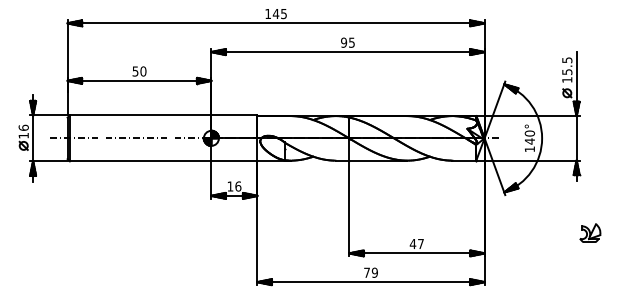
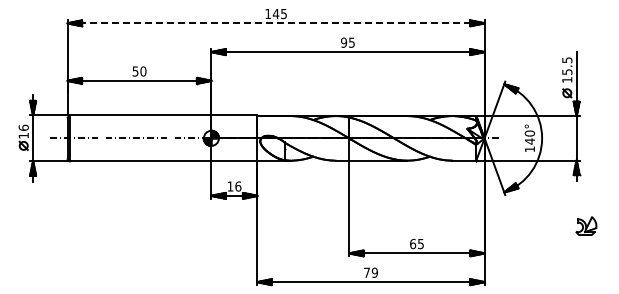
line at (276, 23): solid -> dashed
part at (590, 232) position: (590, 232) -> (586, 225)
text at (416, 243): 47 -> 65
